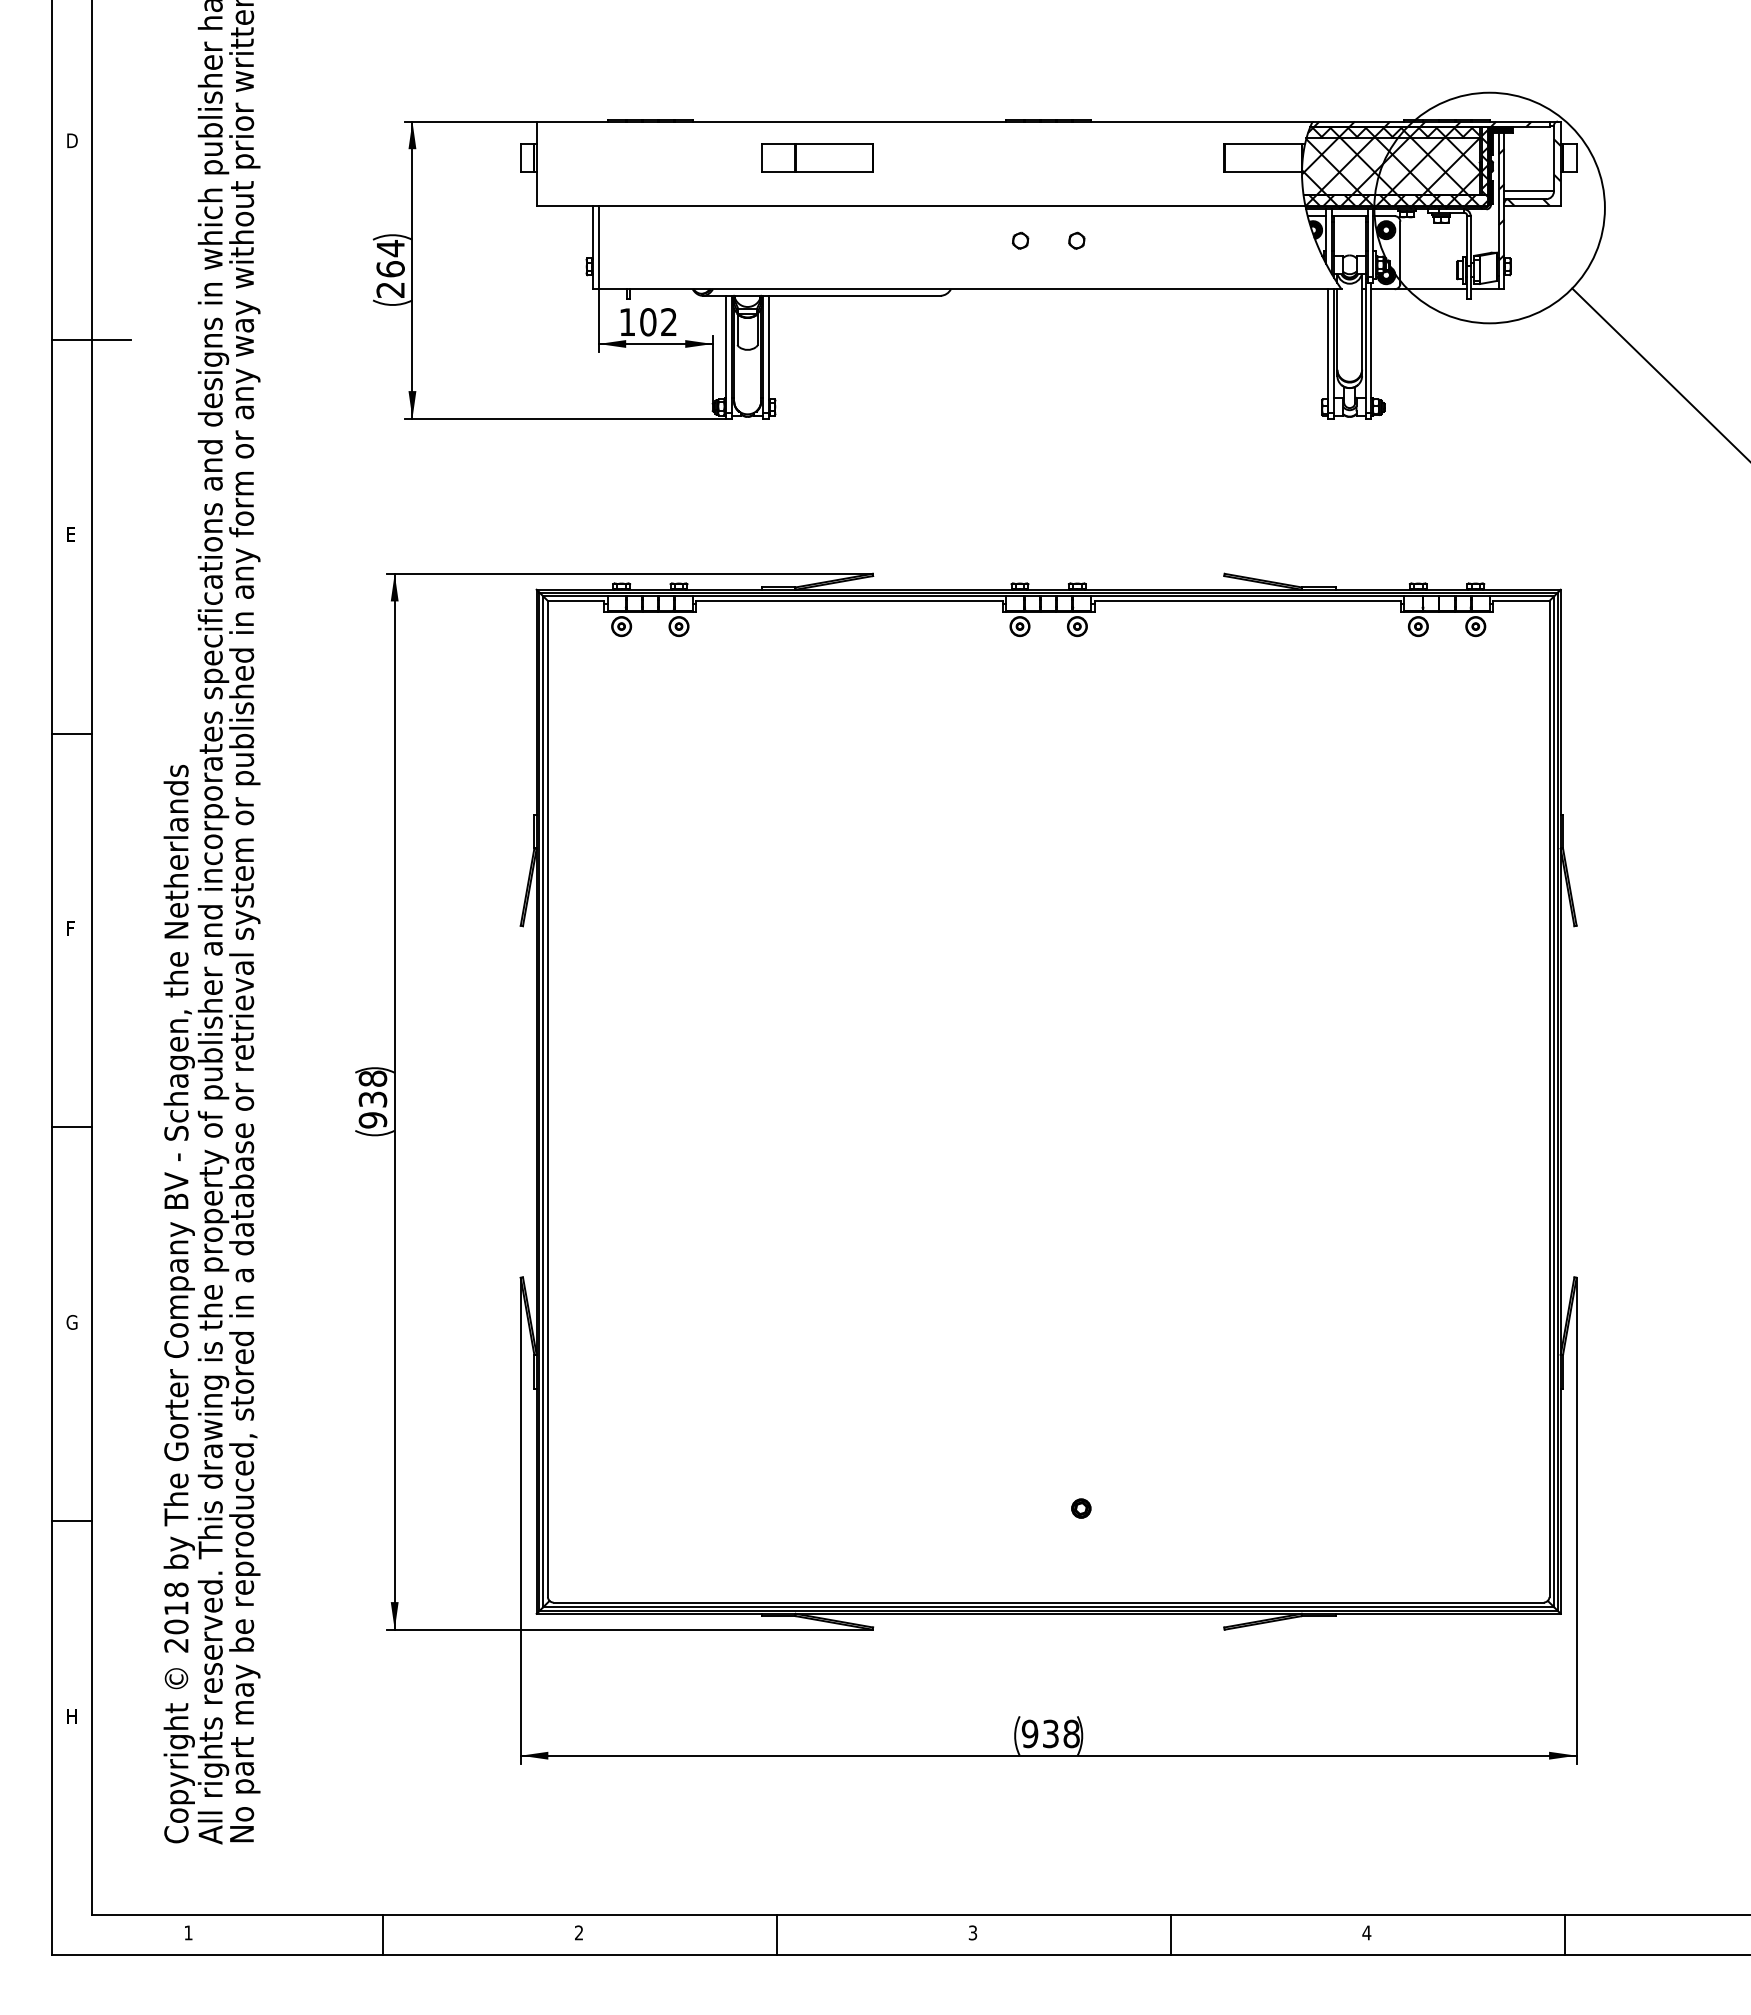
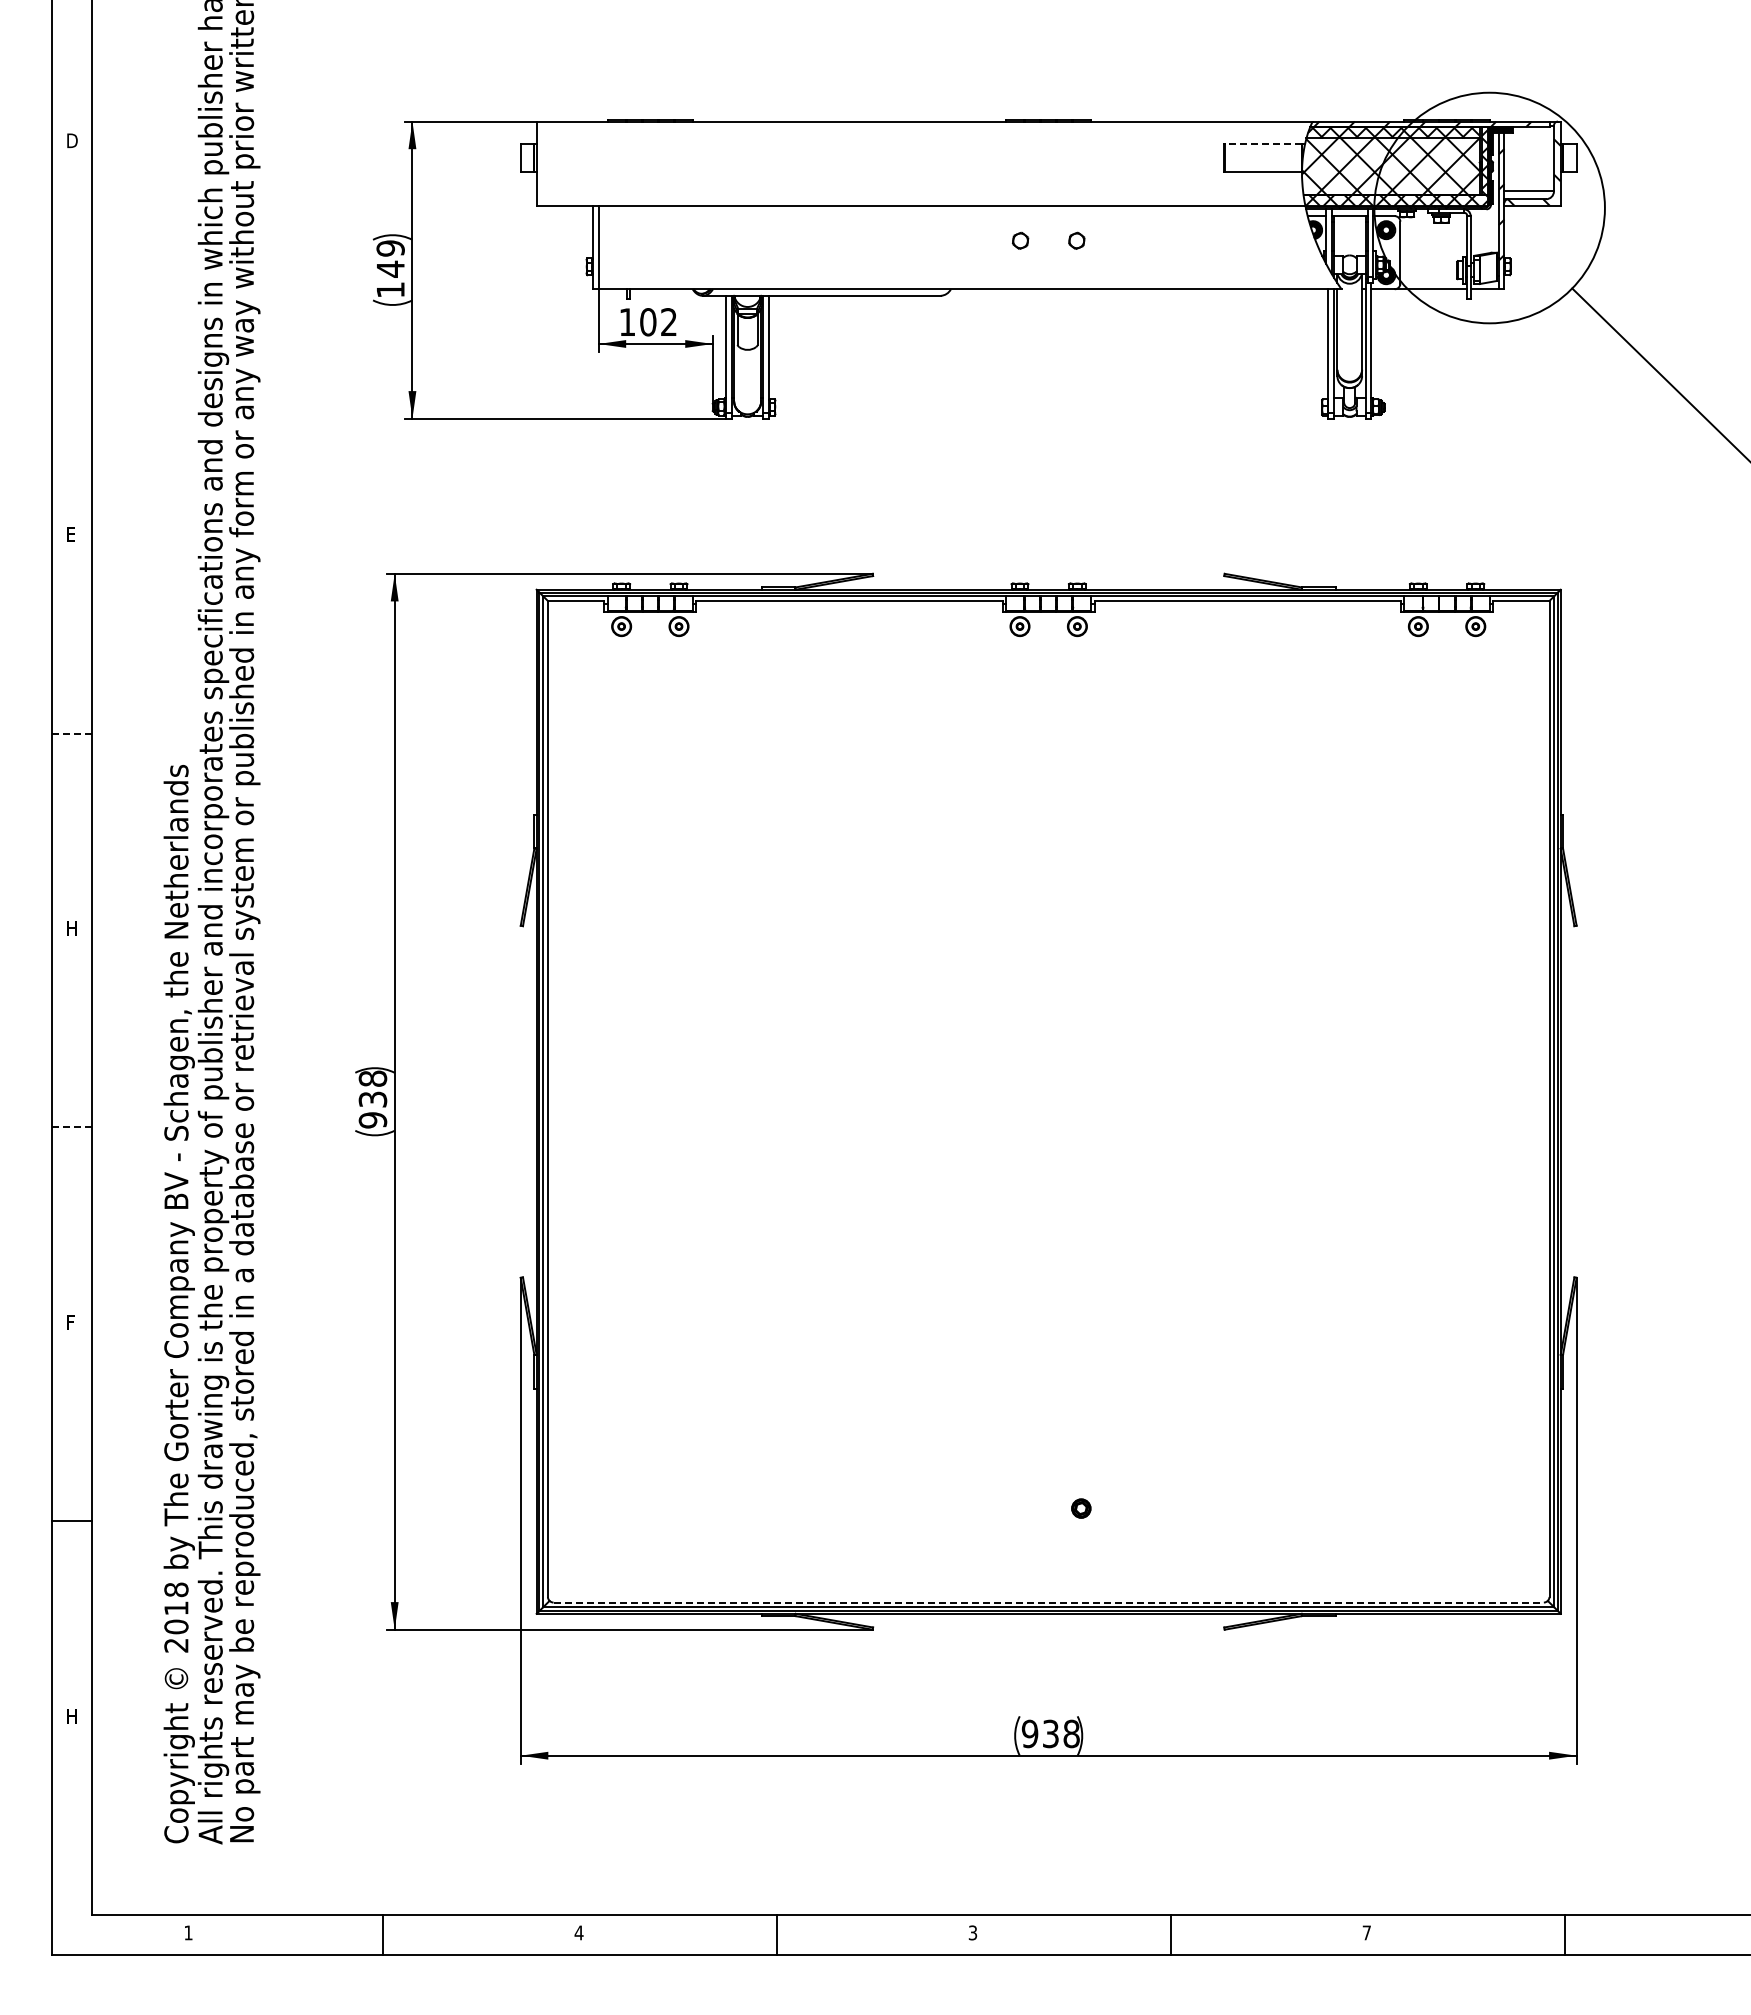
line at (1263, 144): solid -> dashed
part at (817, 157): present -> none
text at (390, 268): 264 -> 149
line at (91, 339): present -> none
line at (72, 733): solid -> dashed
text at (72, 928): F -> H
line at (72, 1127): solid -> dashed
text at (71, 1322): G -> F
line at (1049, 1602): solid -> dashed
text at (578, 1932): 2 -> 4
text at (1366, 1932): 4 -> 7
